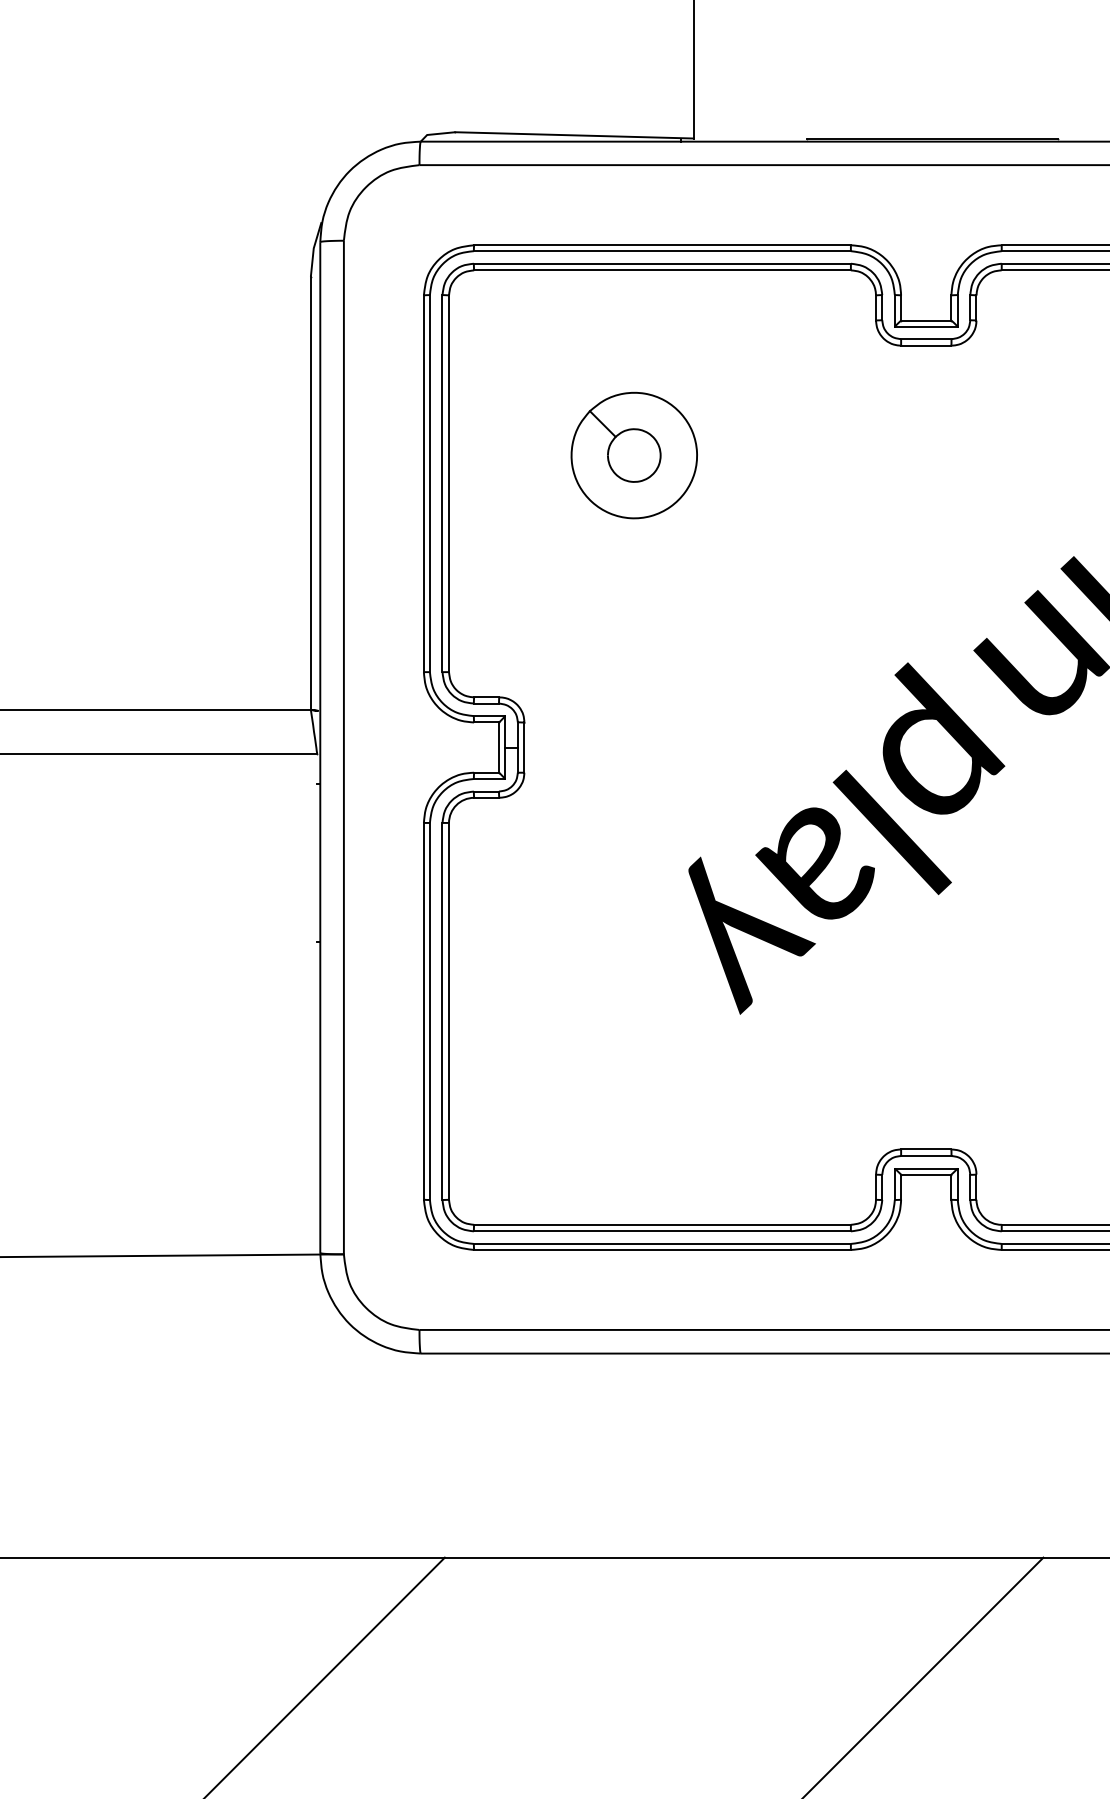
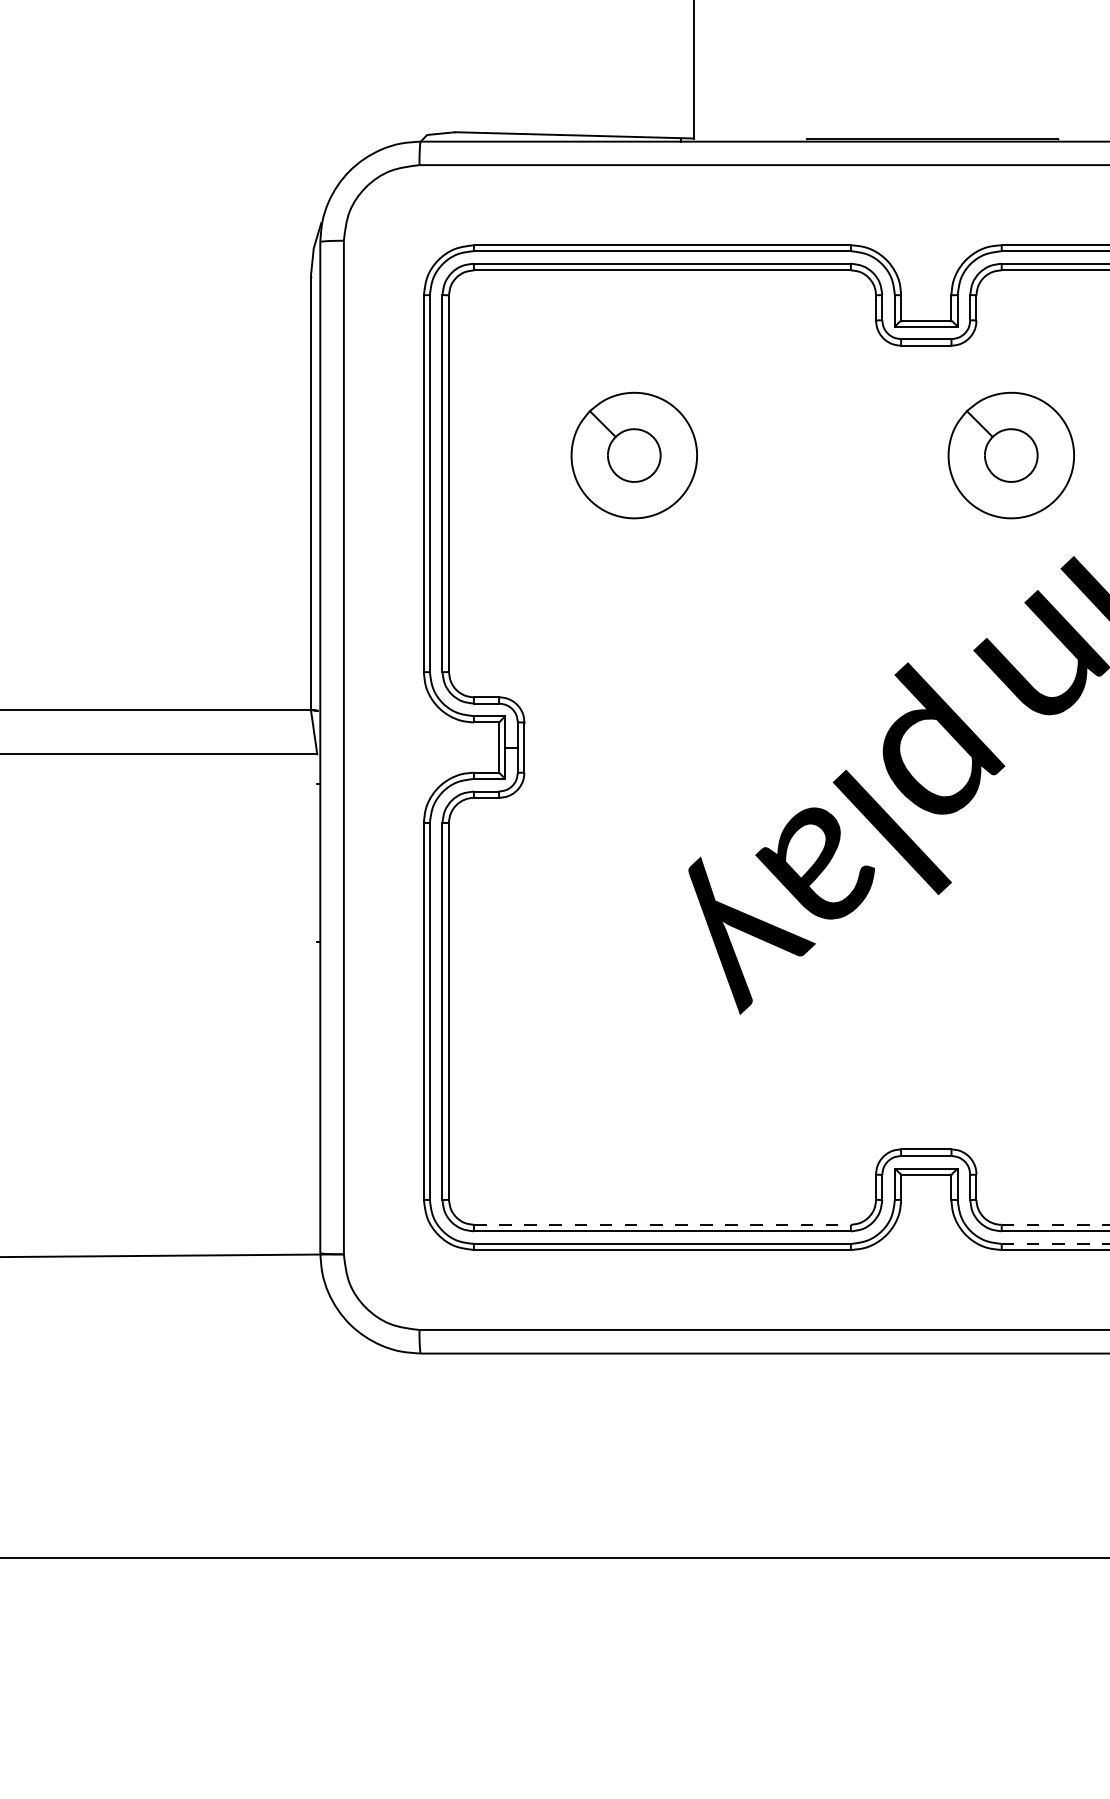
part at (1010, 455): none -> present
line at (663, 1224): solid -> dashed
line at (1055, 1224): solid -> dashed
line at (1055, 1243): solid -> dashed
line at (325, 1676): present -> none
line at (924, 1676): present -> none
